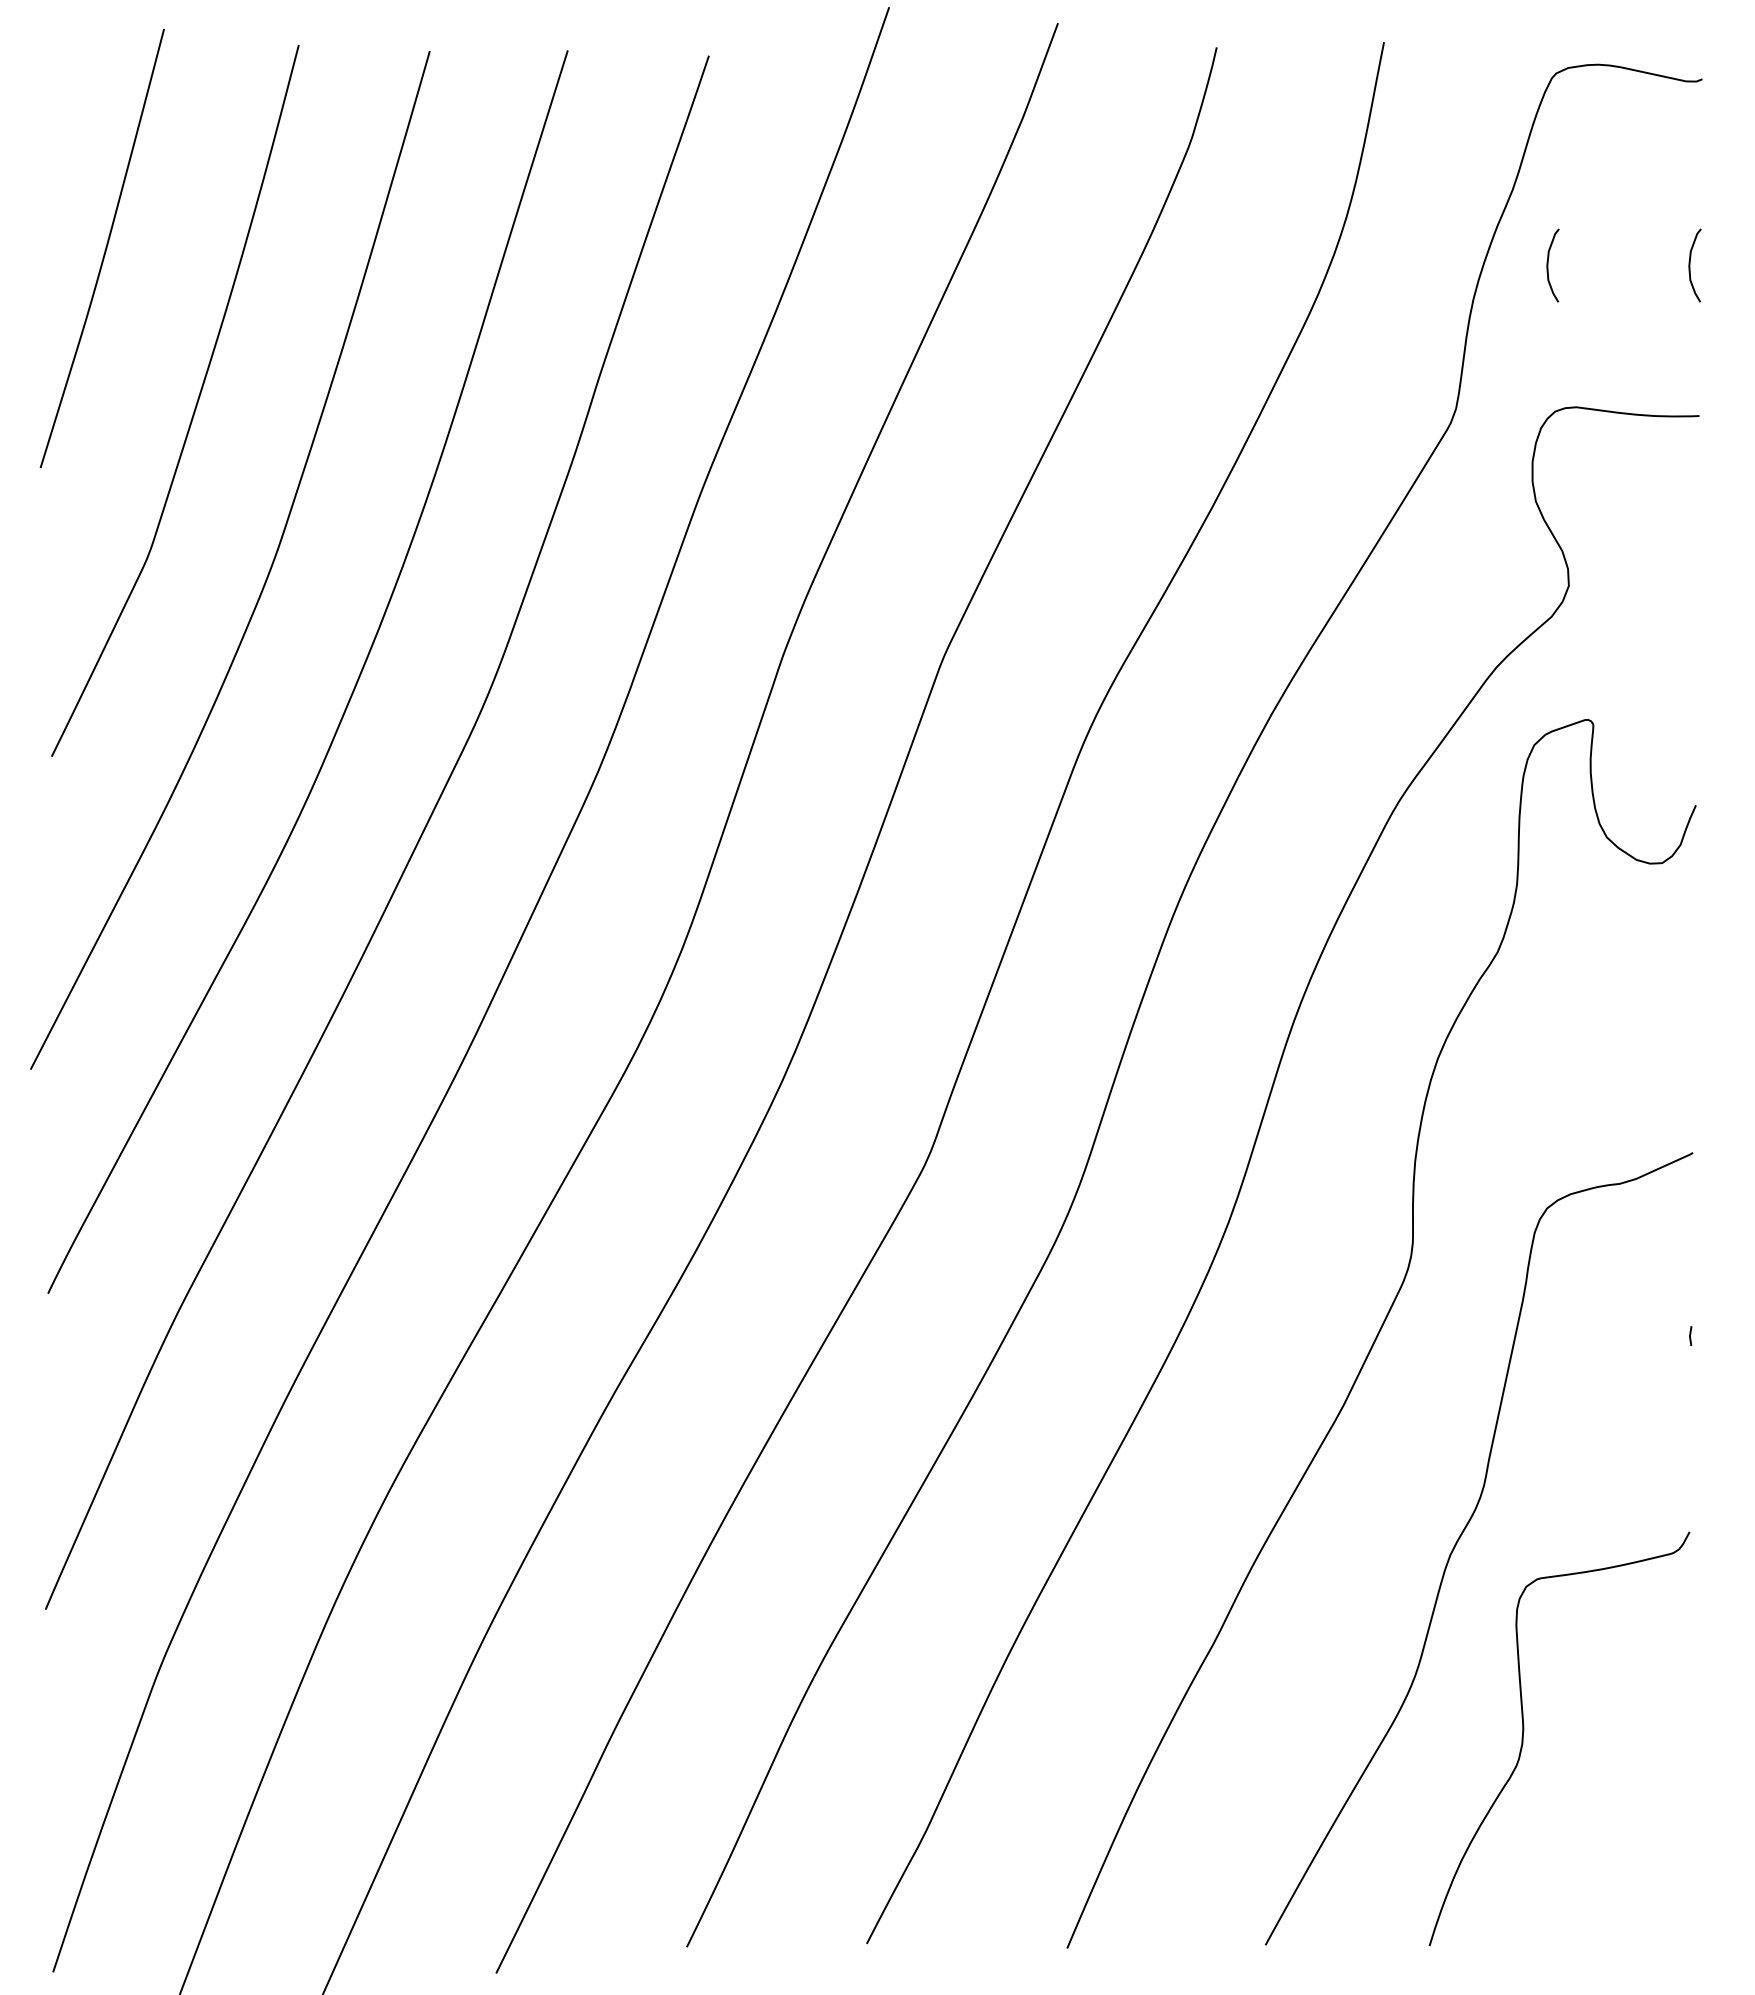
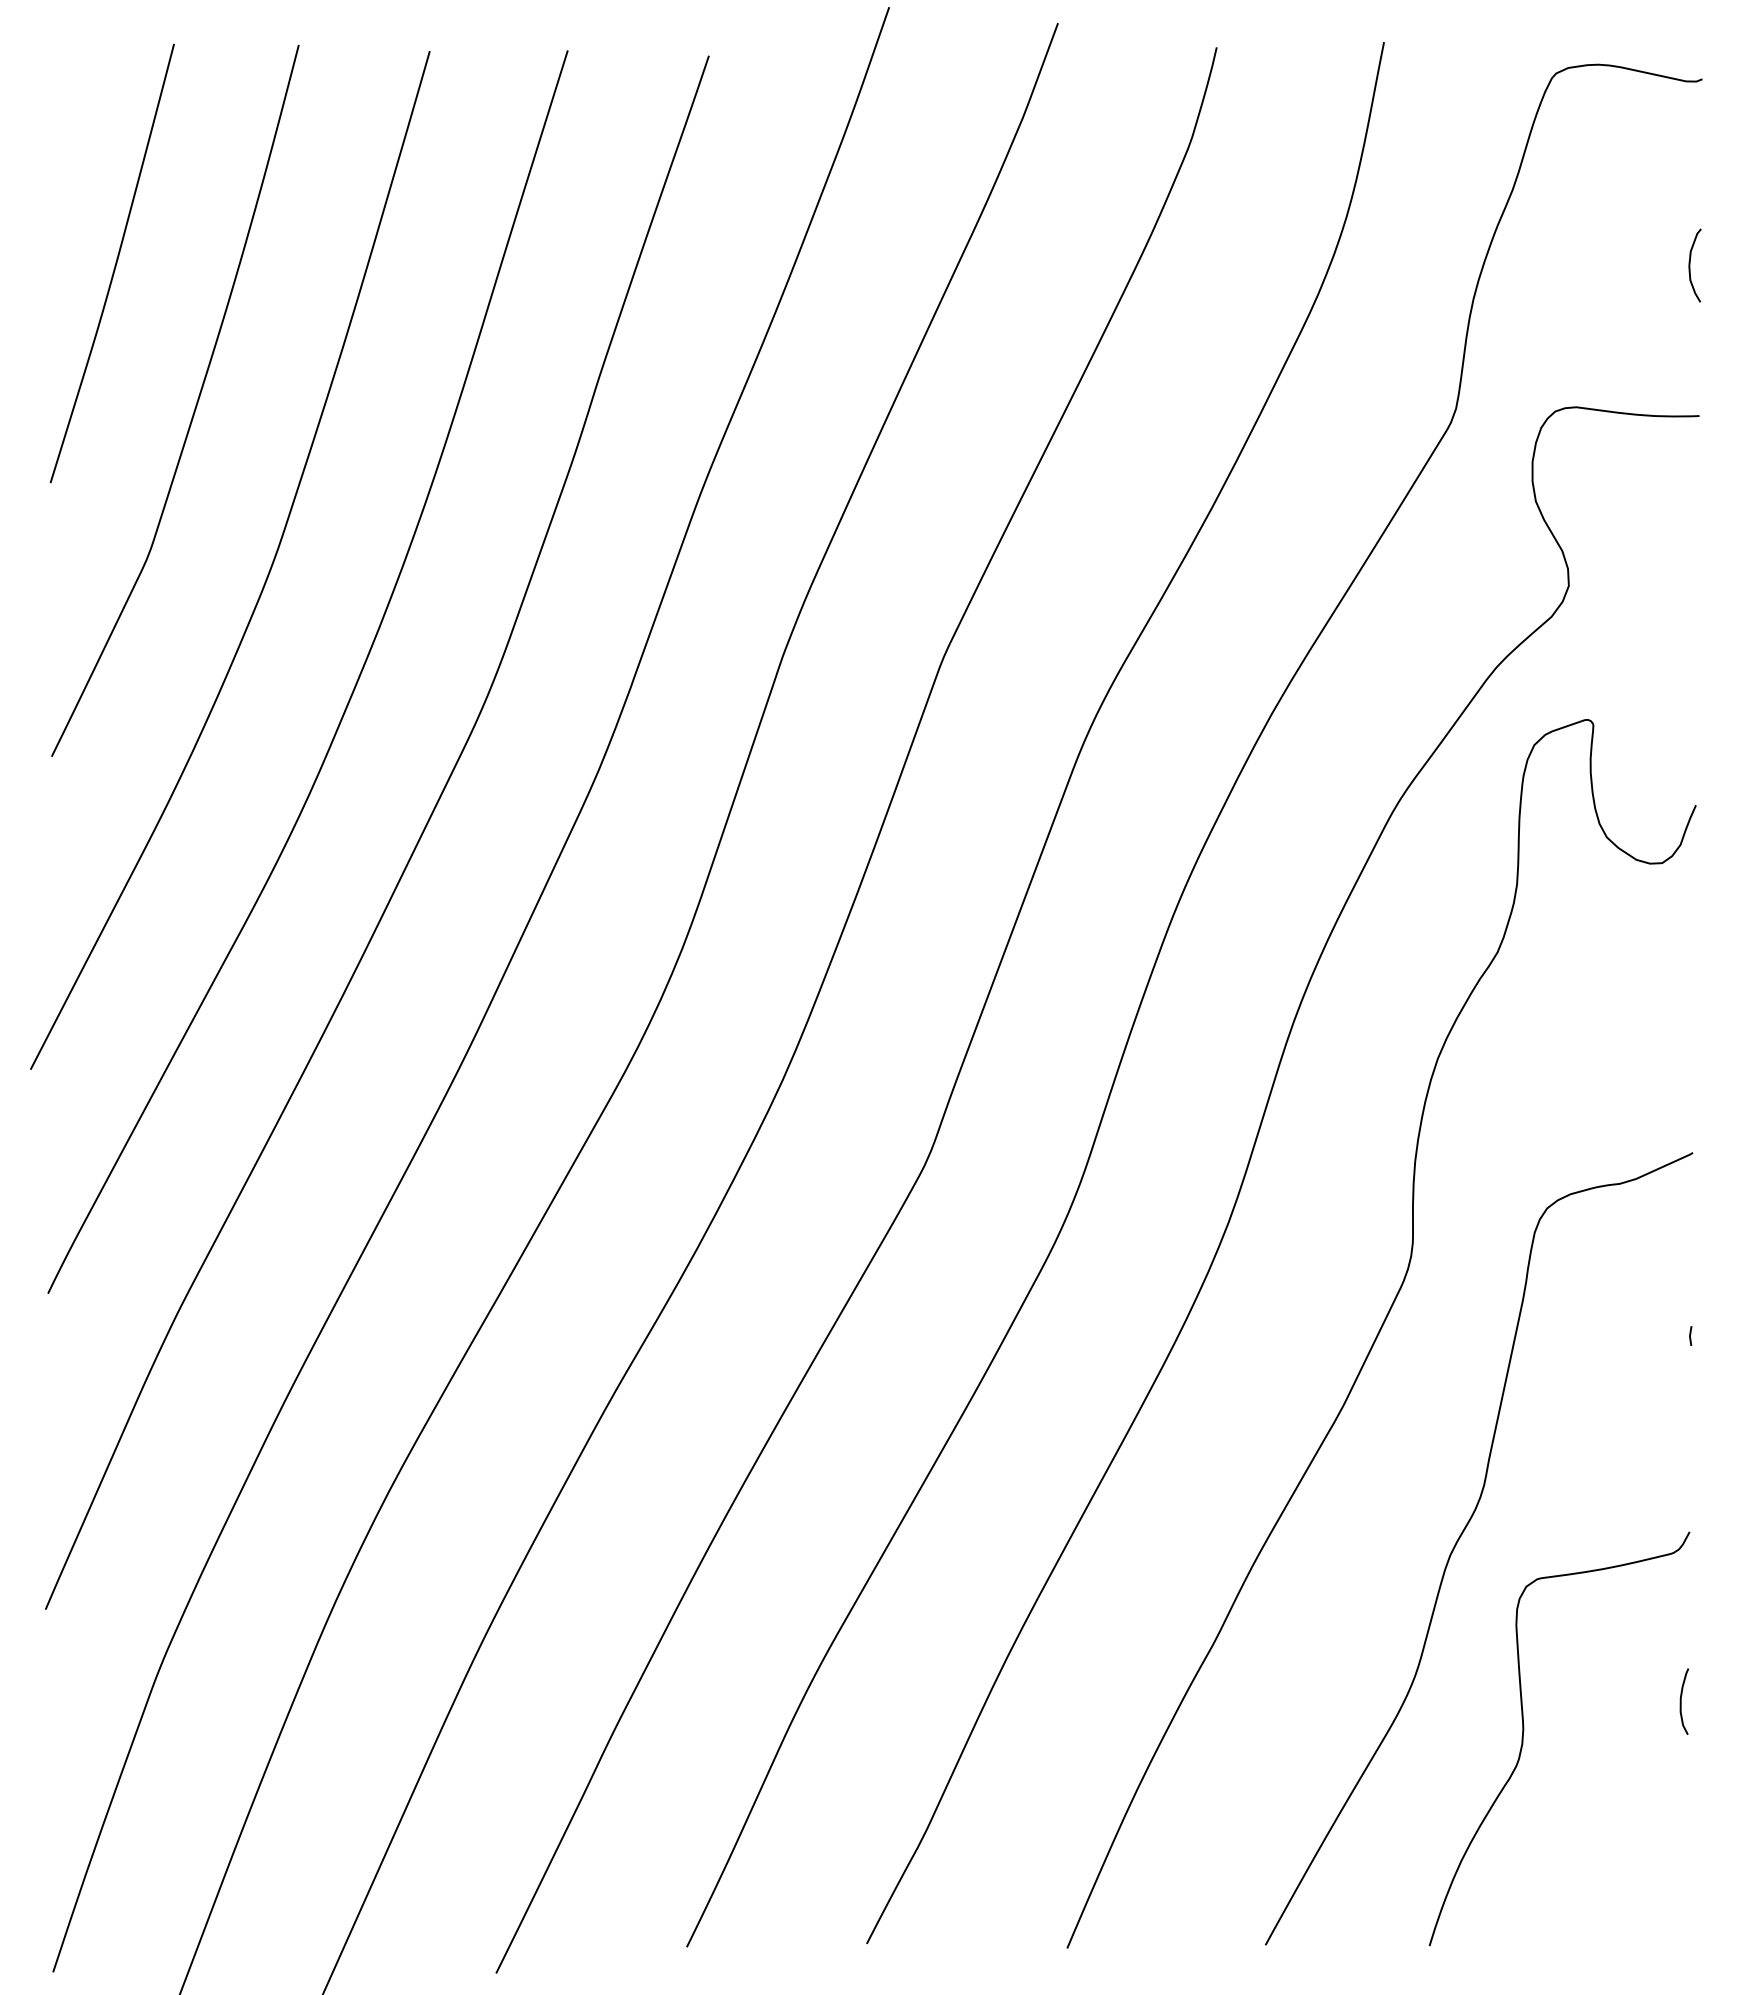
curve at (104, 250) position: (104, 250) -> (114, 265)
curve at (1548, 265): present -> none
curve at (1681, 1701): none -> present
